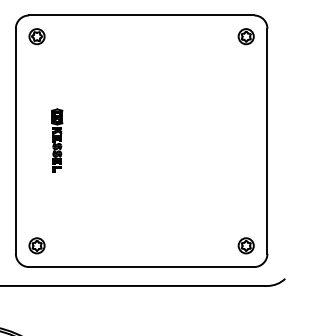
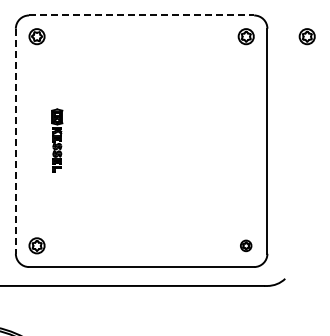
line at (141, 15): solid -> dashed
part at (306, 36): none -> present
line at (15, 141): solid -> dashed
part at (245, 245) size: 18x18 px -> 13x14 px
